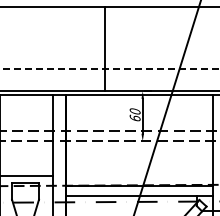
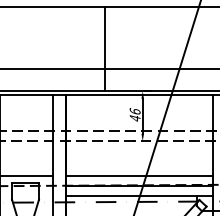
line at (109, 68): dashed -> solid
text at (134, 114): 60 -> 46
line at (139, 175): none -> present
